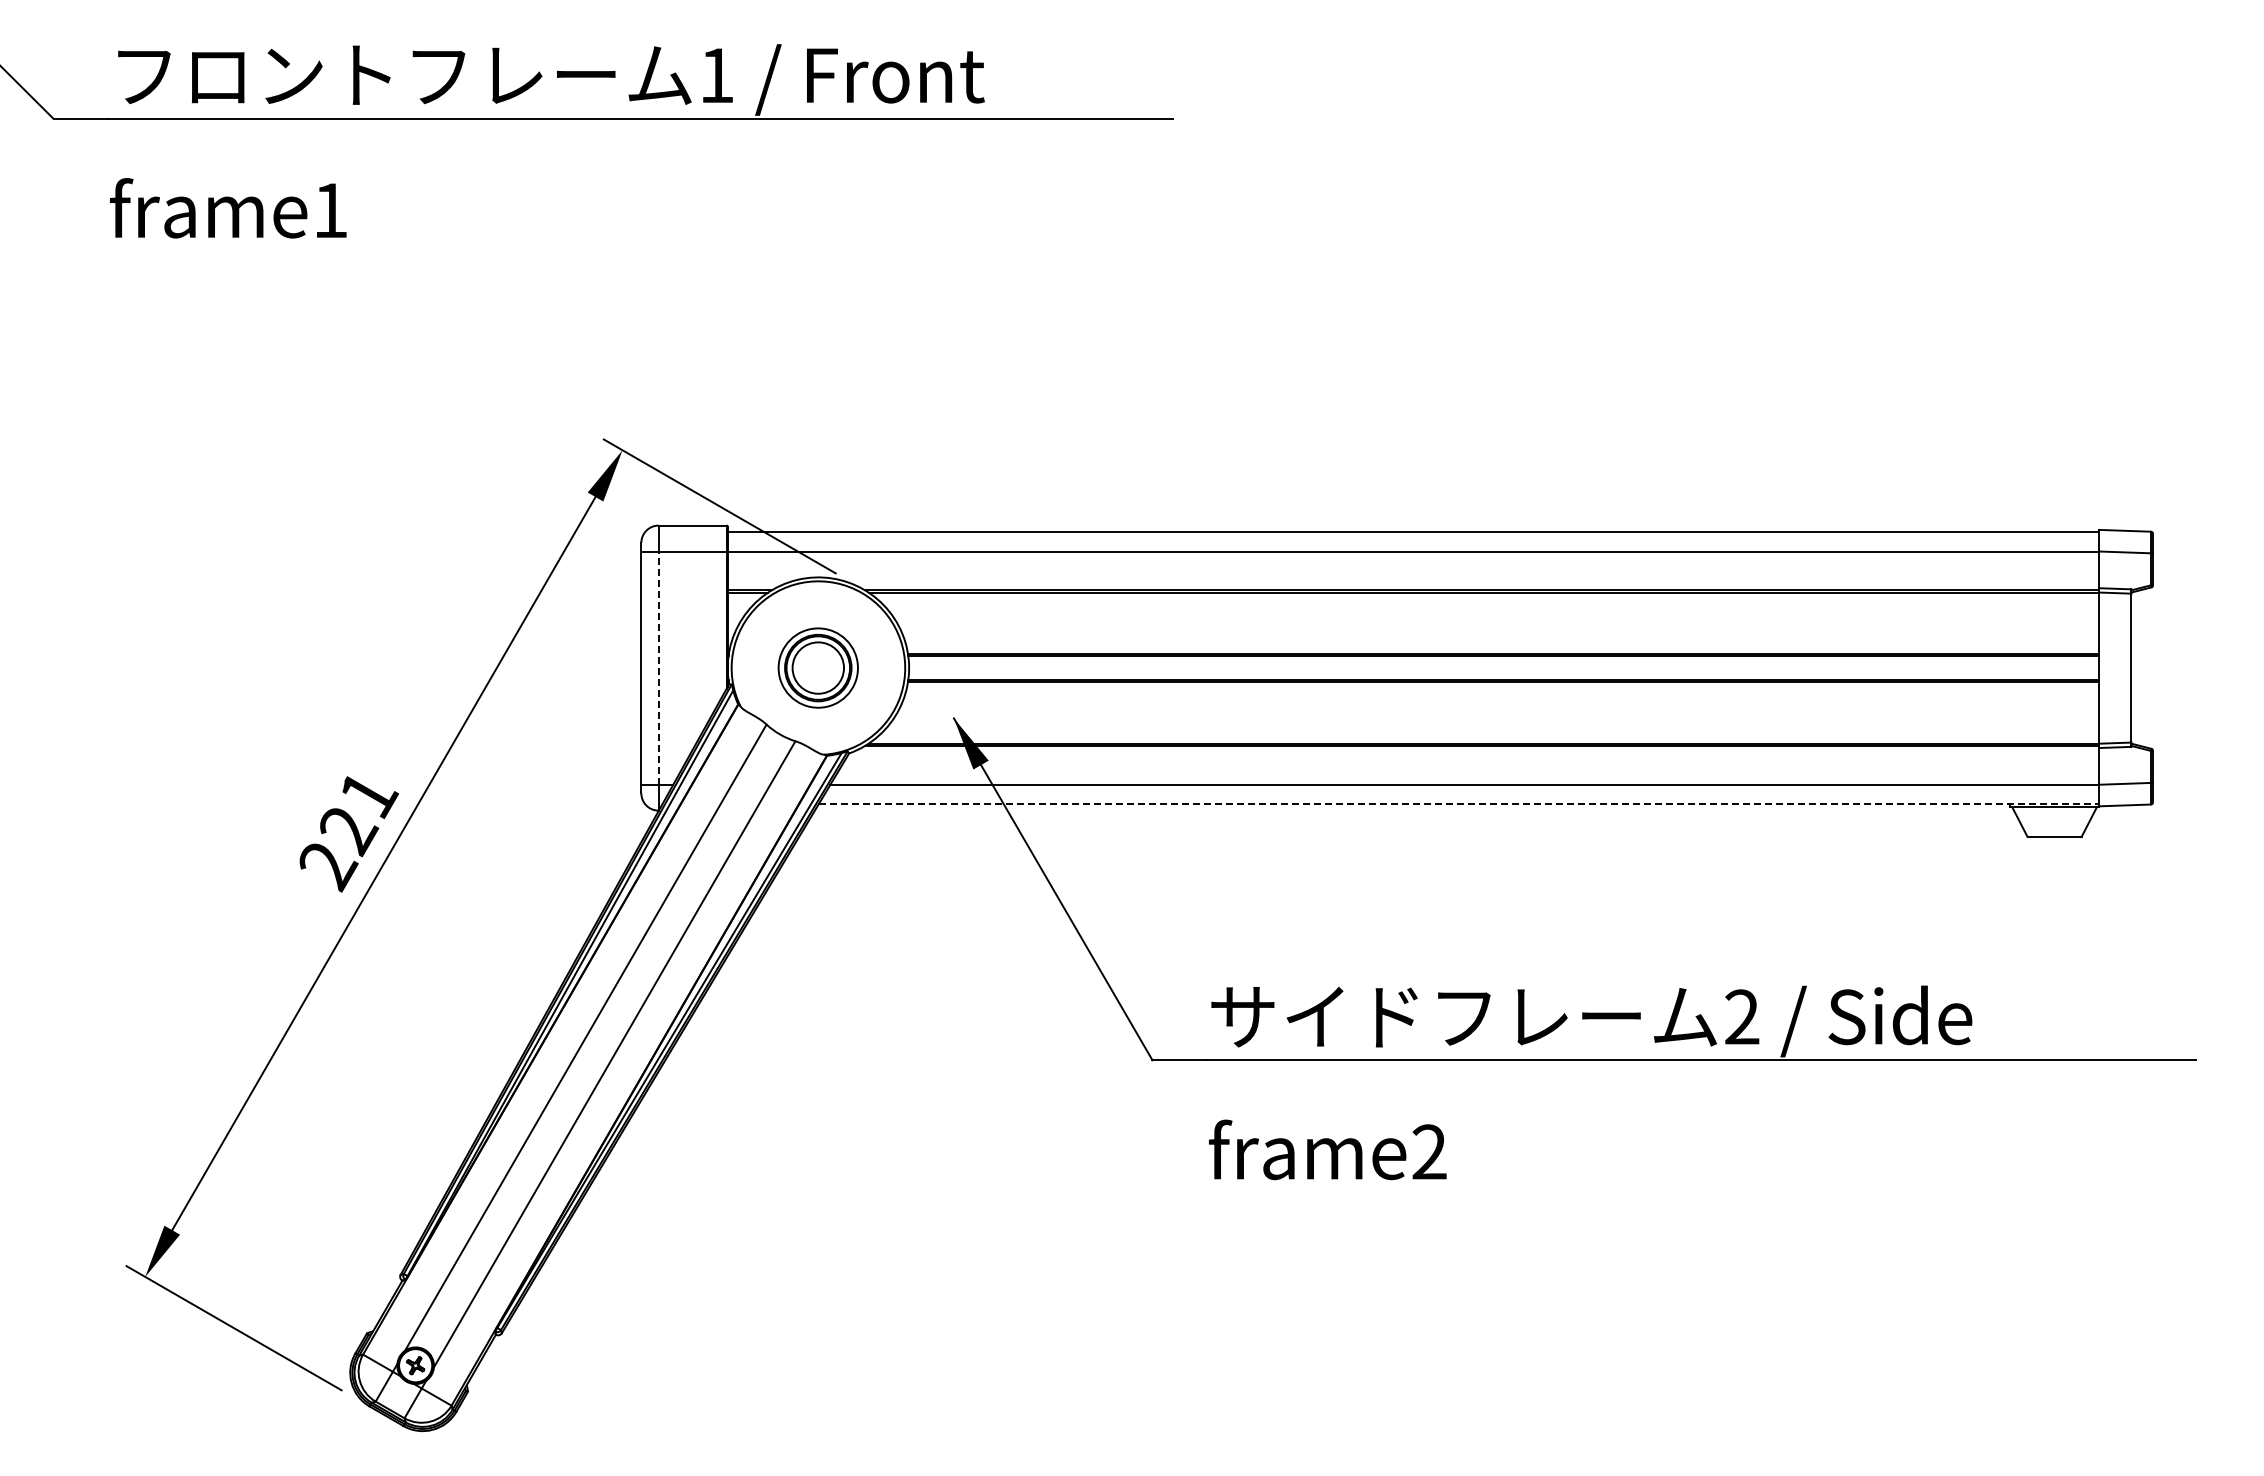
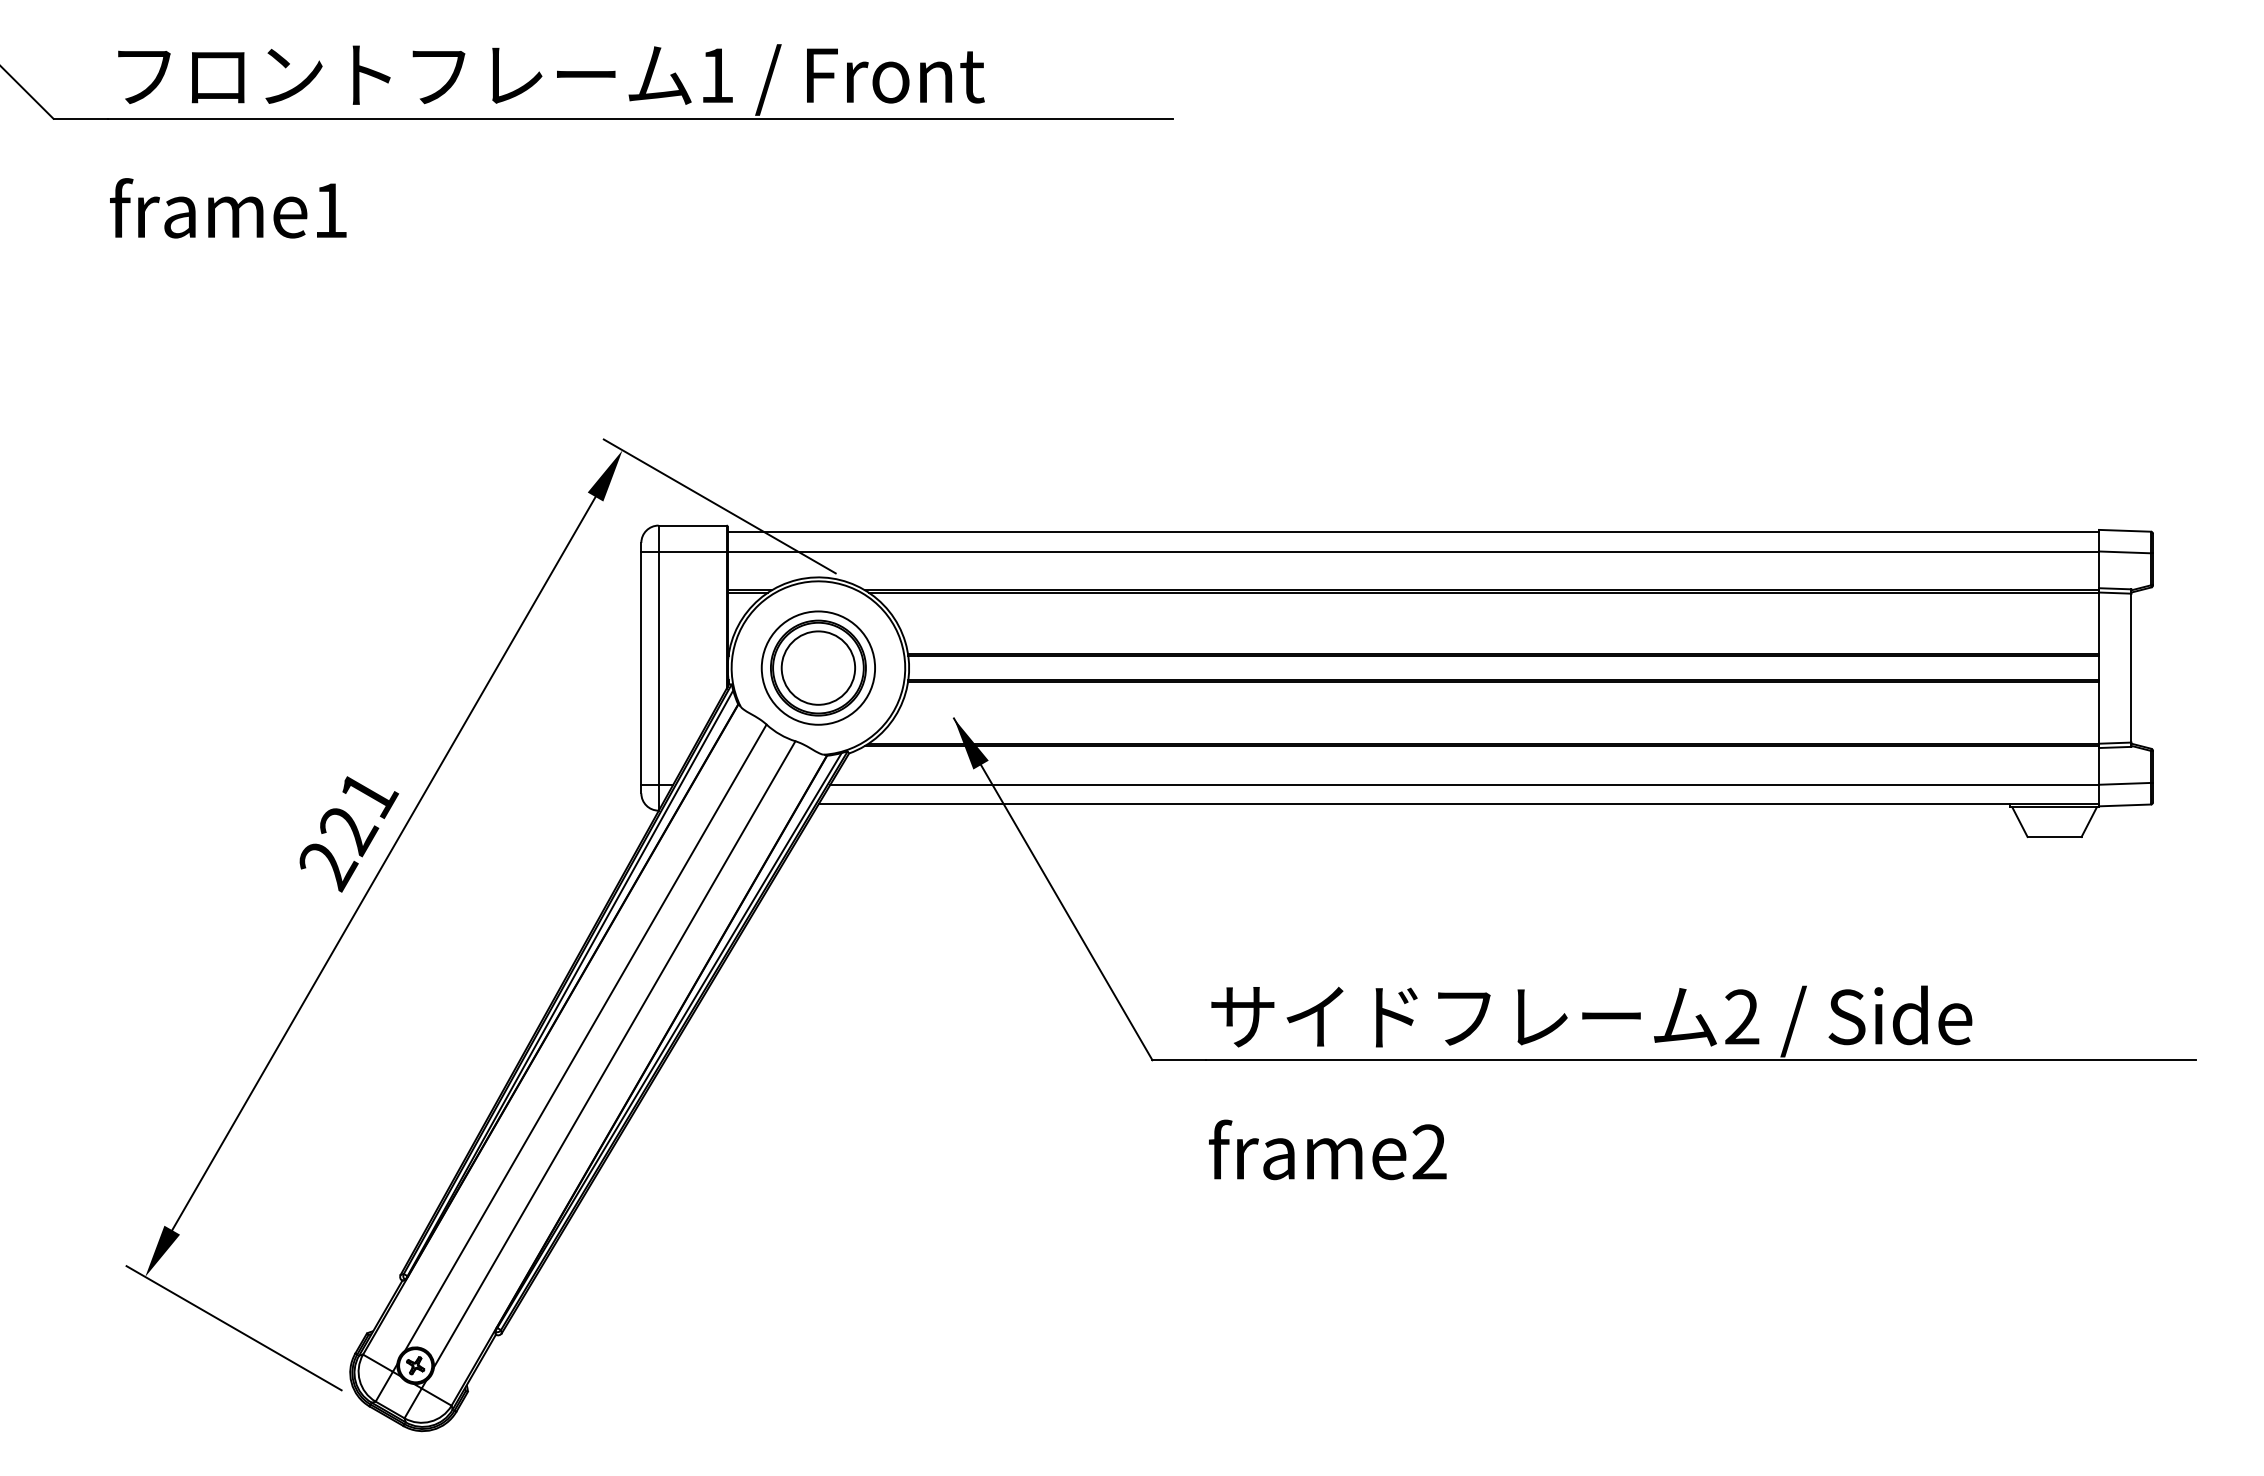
part at (817, 667) size: 82x82 px -> 116x116 px
line at (658, 668): dashed -> solid
line at (1459, 804): dashed -> solid
